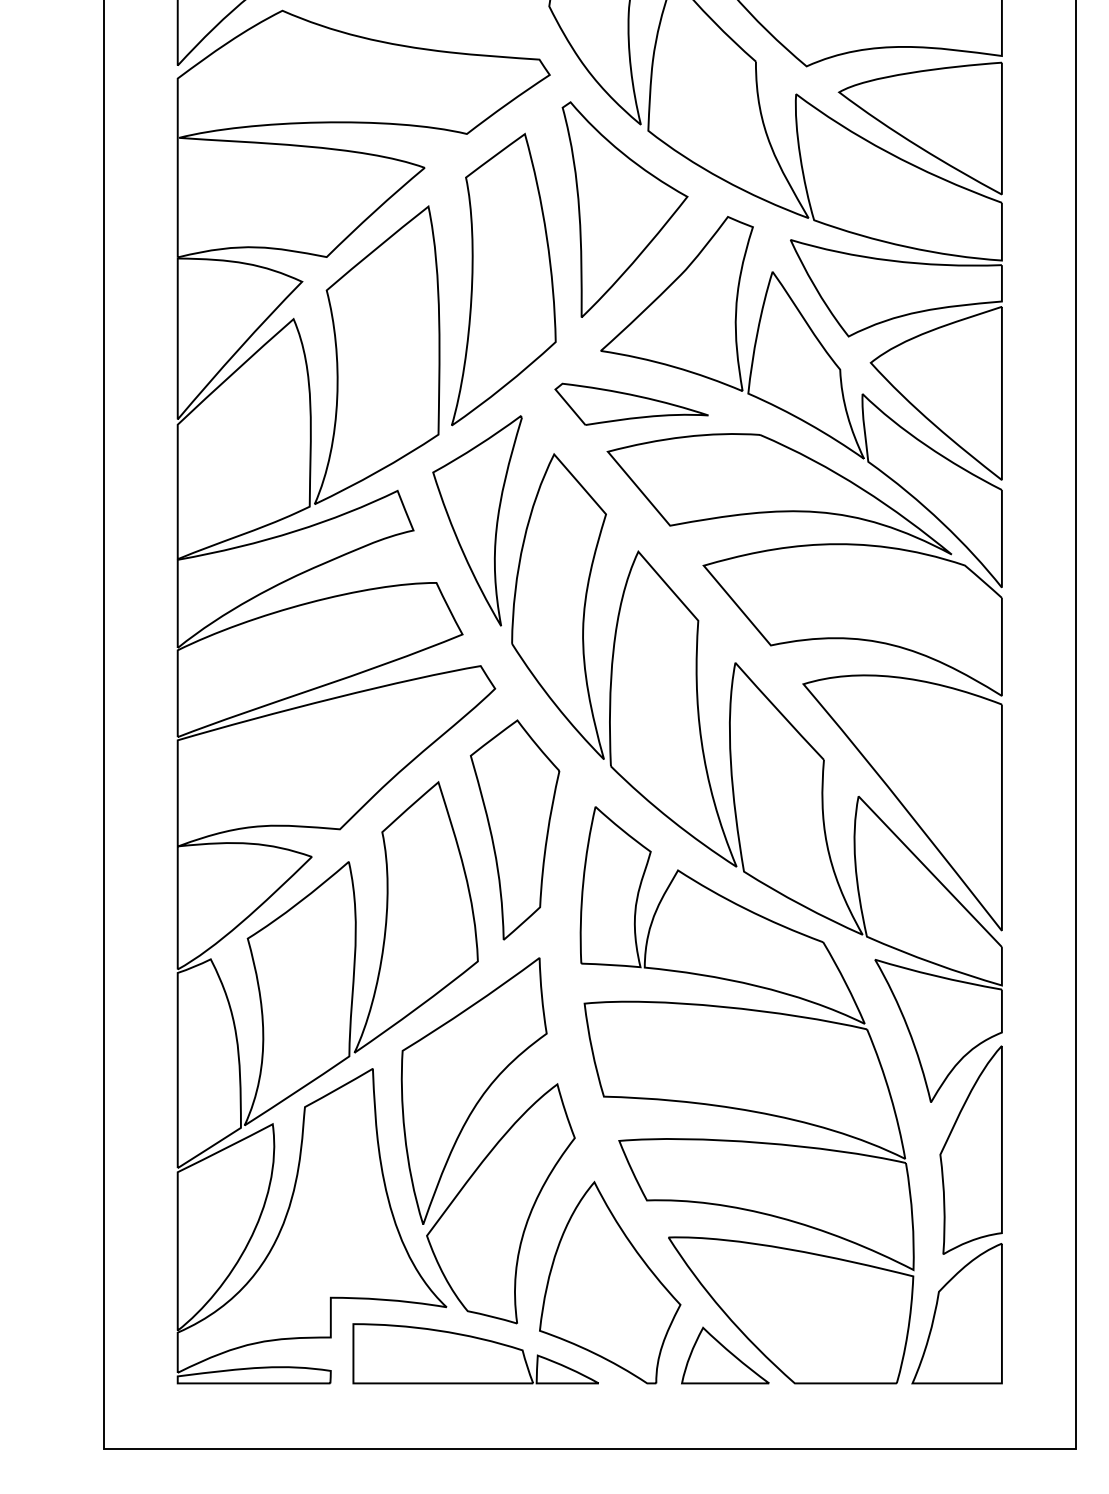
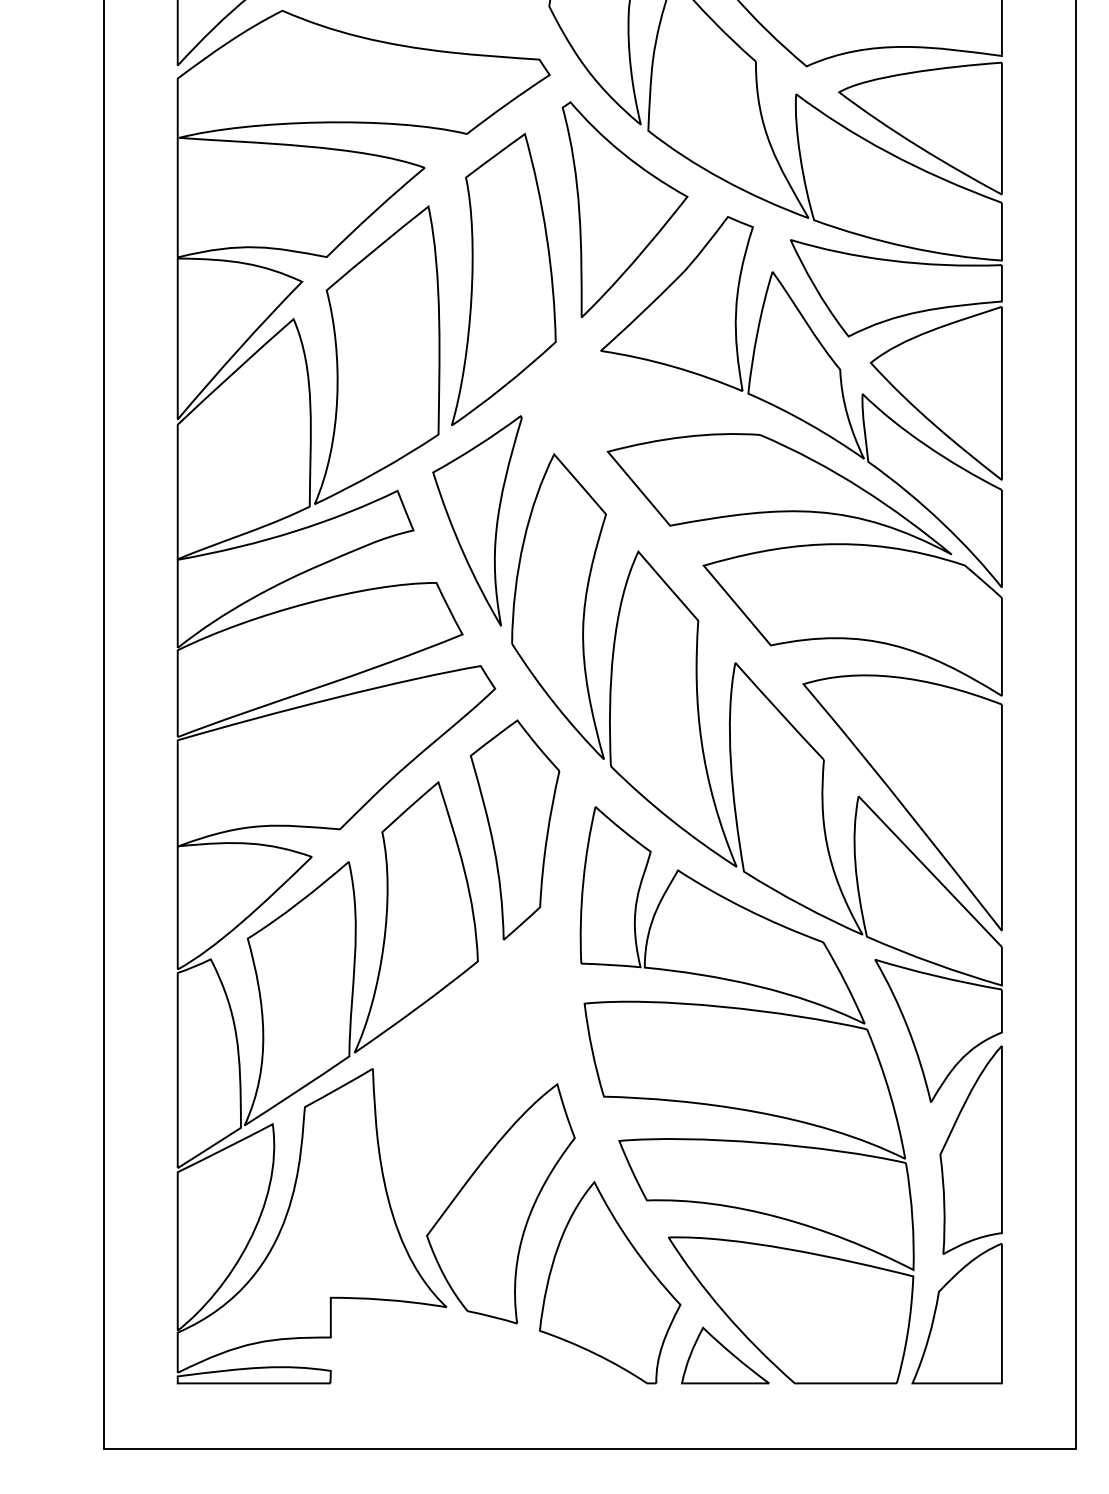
part at (631, 403): present -> none
part at (473, 1090): present -> none
part at (475, 1353): present -> none
